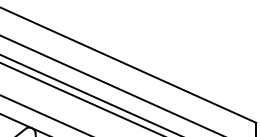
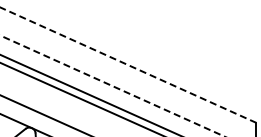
line at (128, 65): solid -> dashed
line at (113, 86): solid -> dashed
